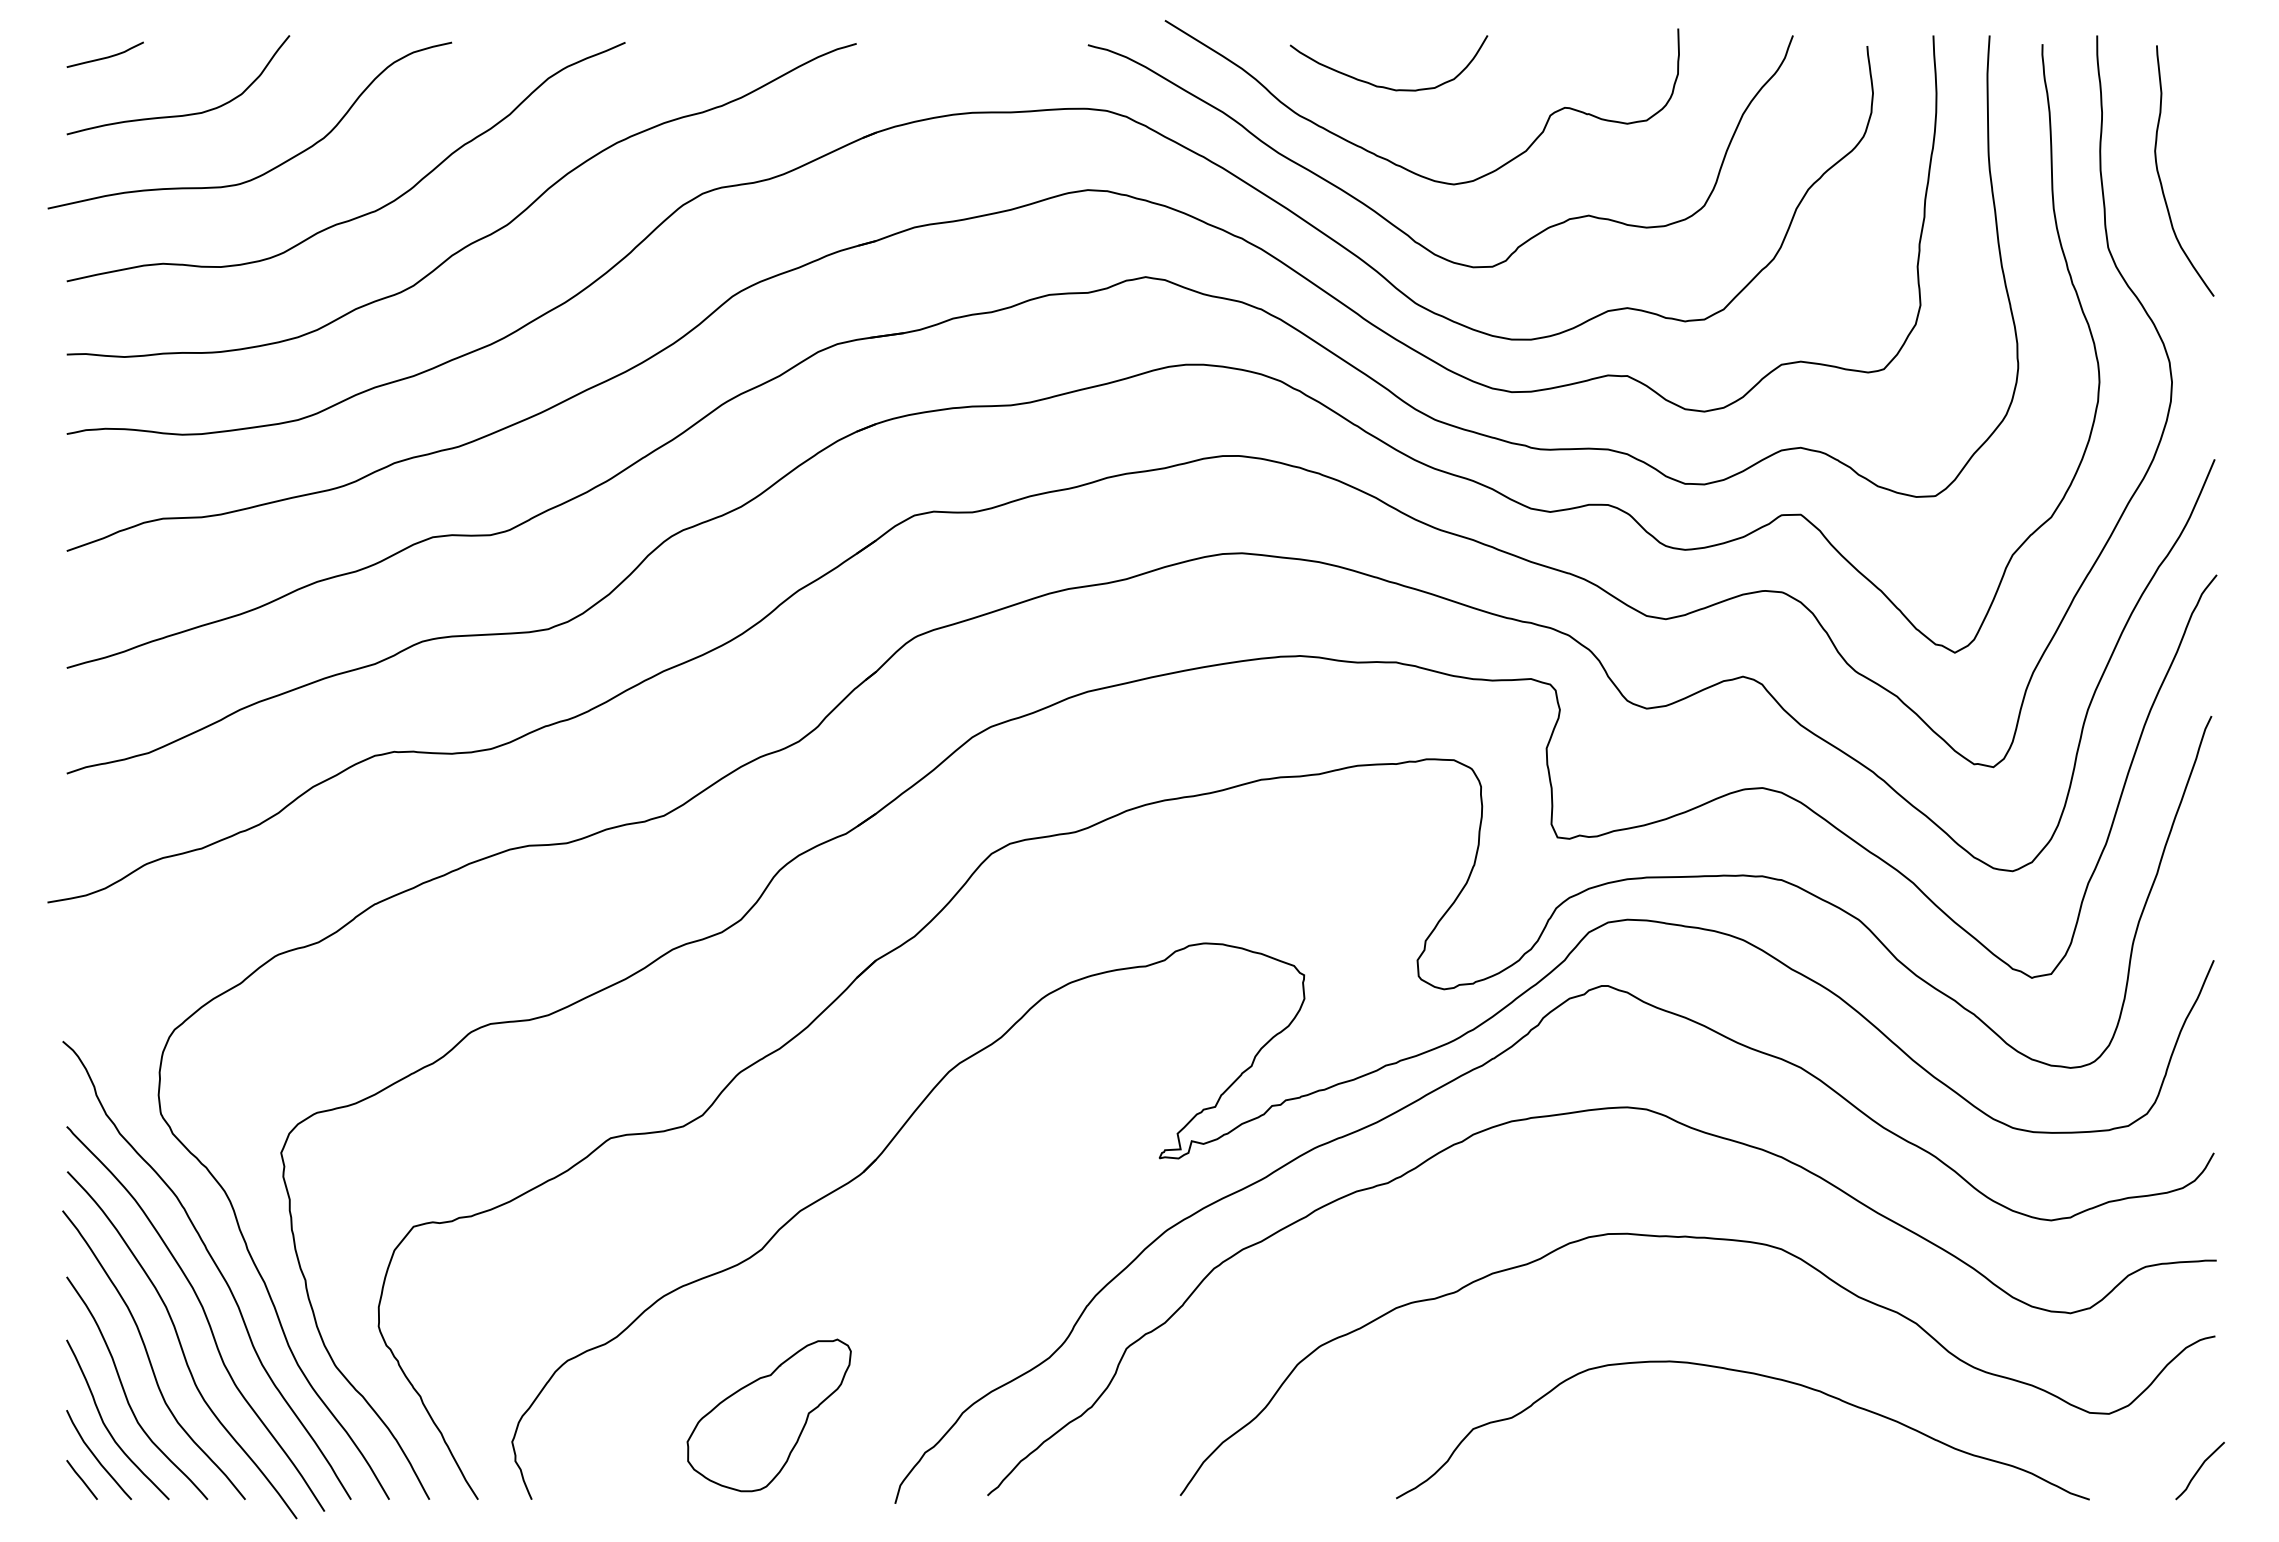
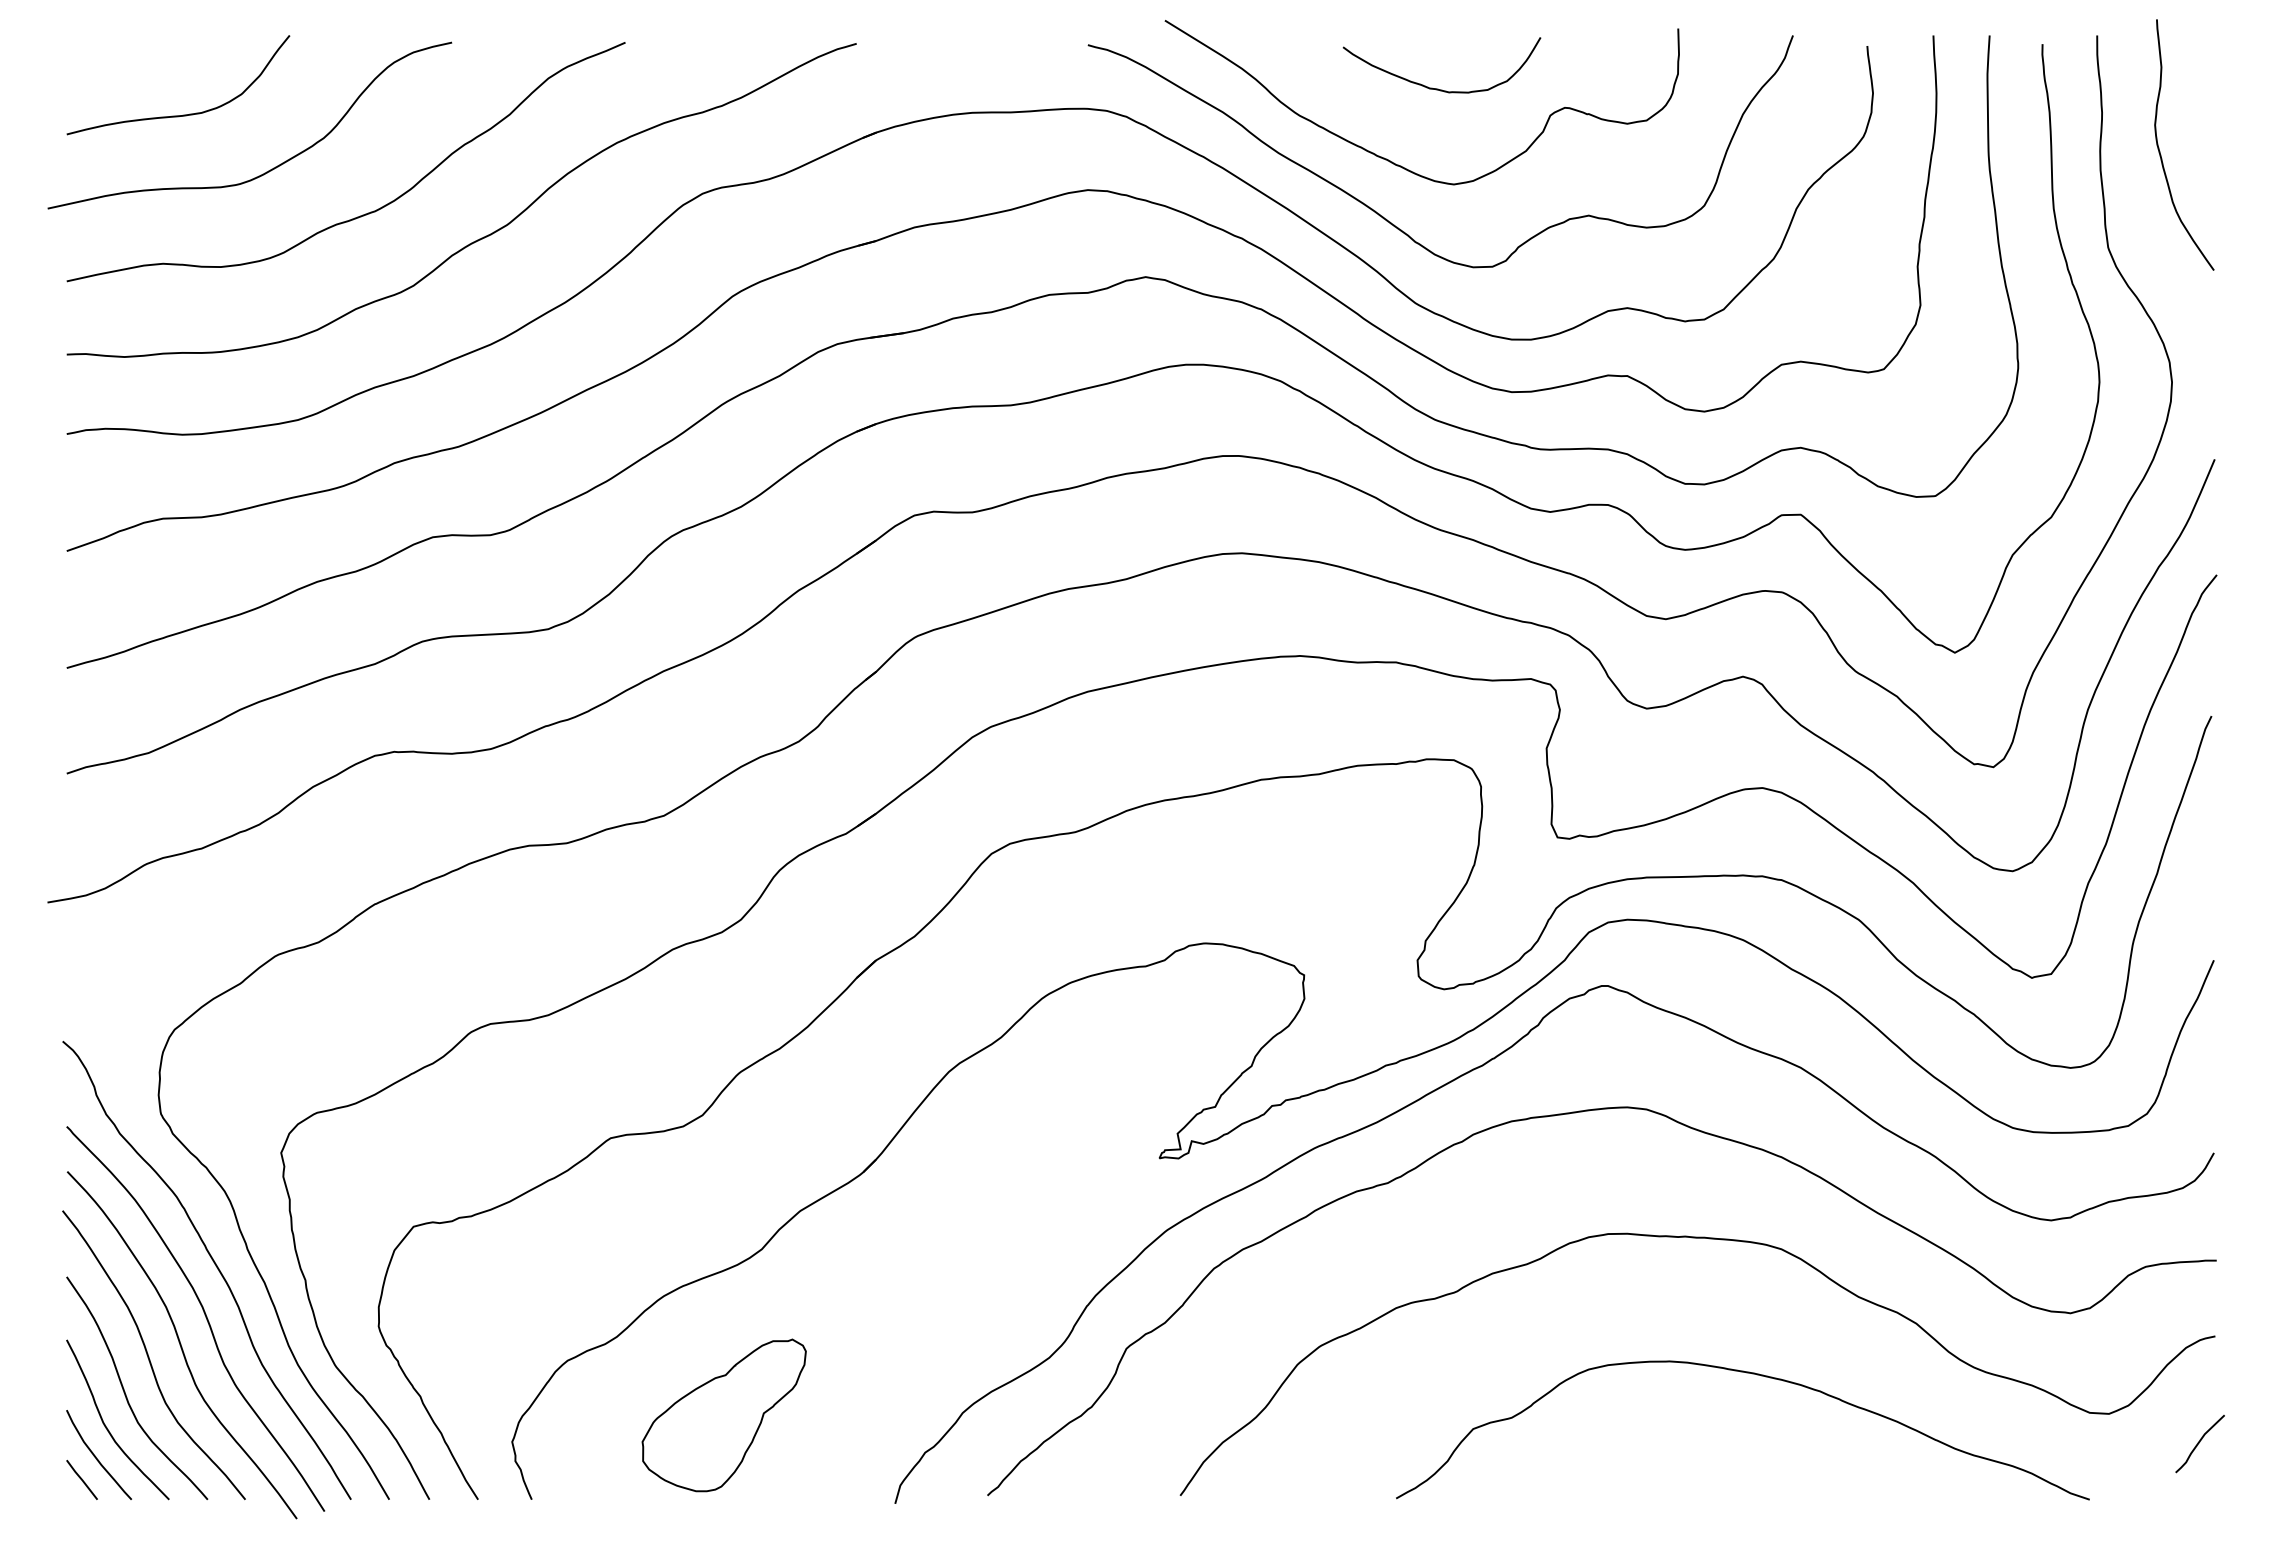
curve at (106, 56): present -> none
curve at (1385, 86) position: (1385, 86) -> (1438, 88)
curve at (2160, 177) position: (2160, 177) -> (2160, 151)
part at (768, 1415) position: (768, 1415) -> (723, 1415)
curve at (2199, 1470) position: (2199, 1470) -> (2199, 1443)
